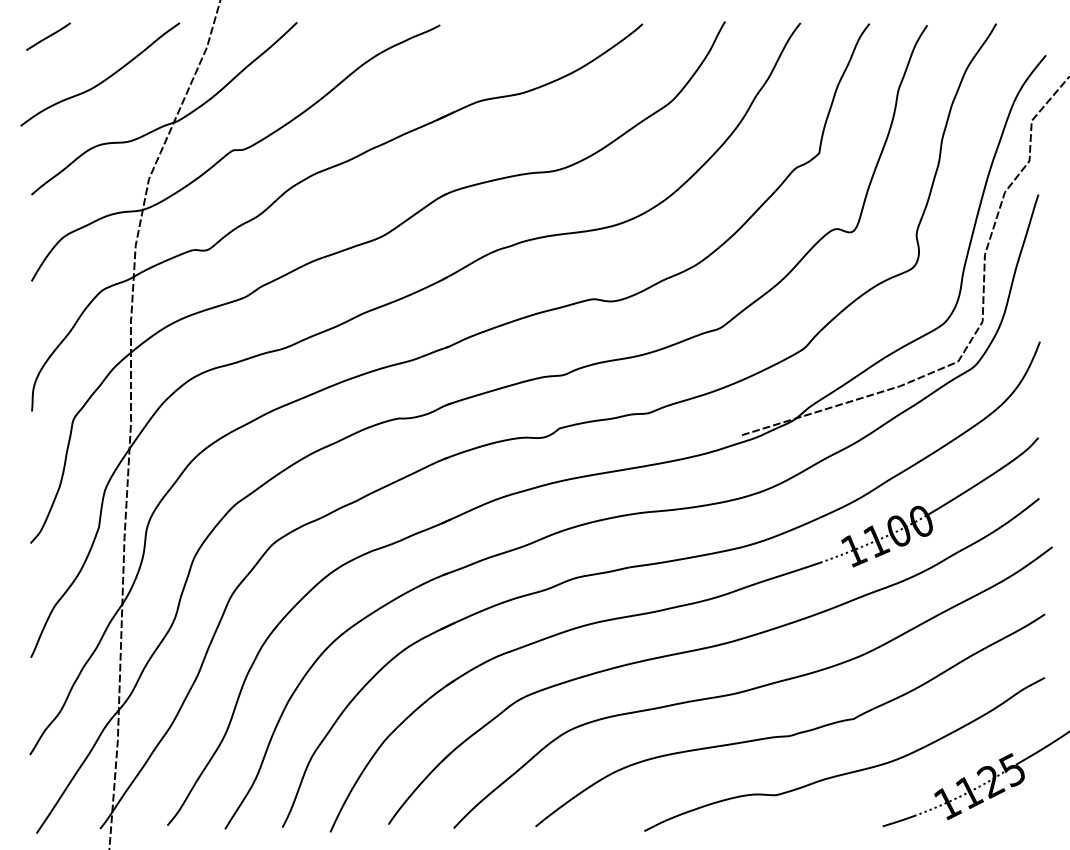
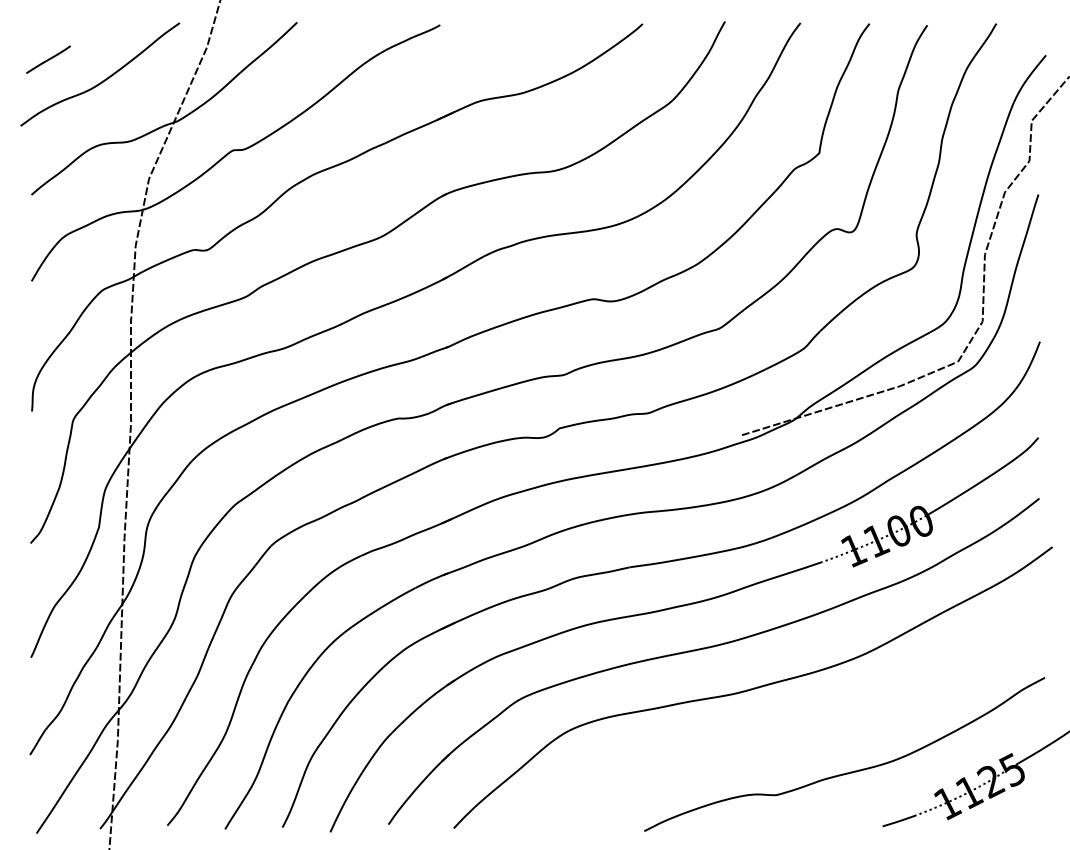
line at (48, 36) position: (48, 36) -> (48, 59)
part at (794, 733): present -> none
